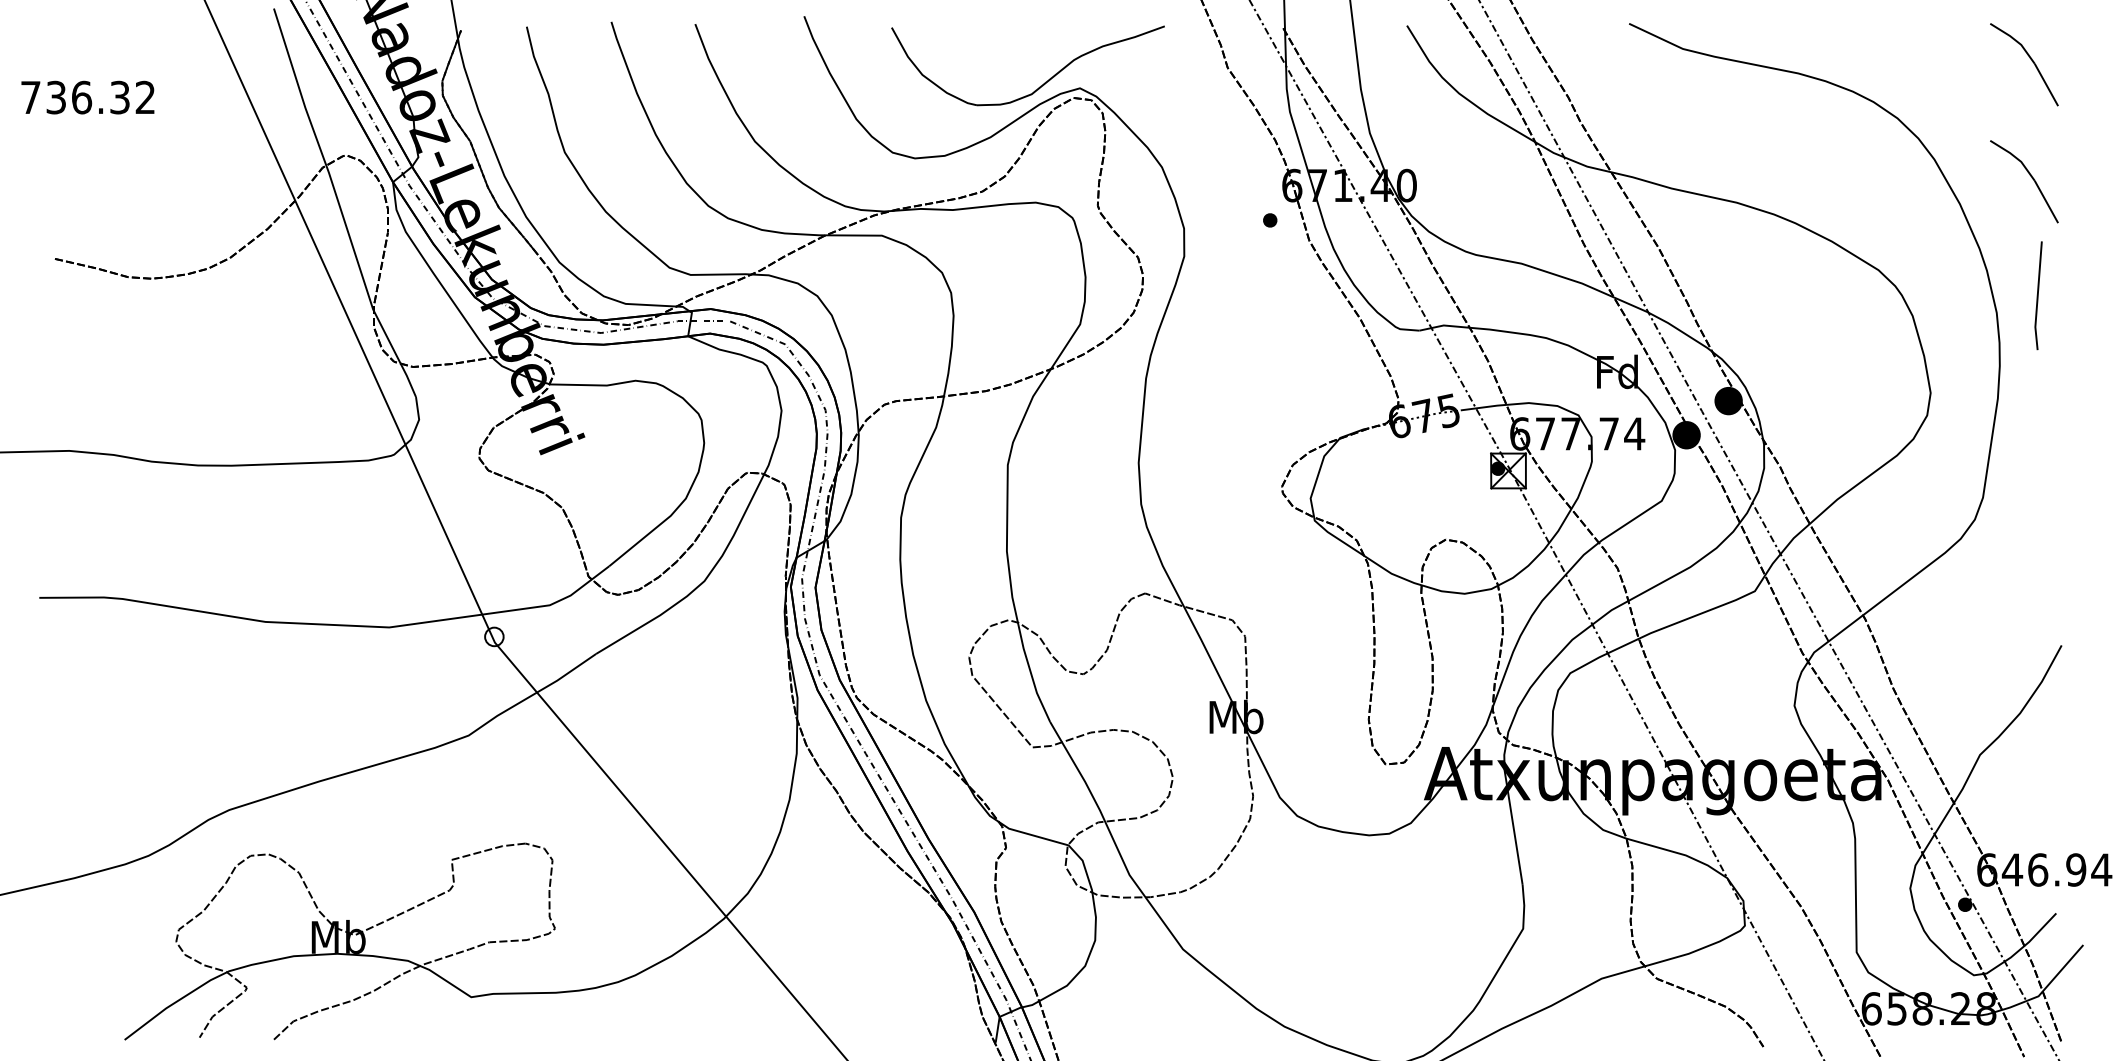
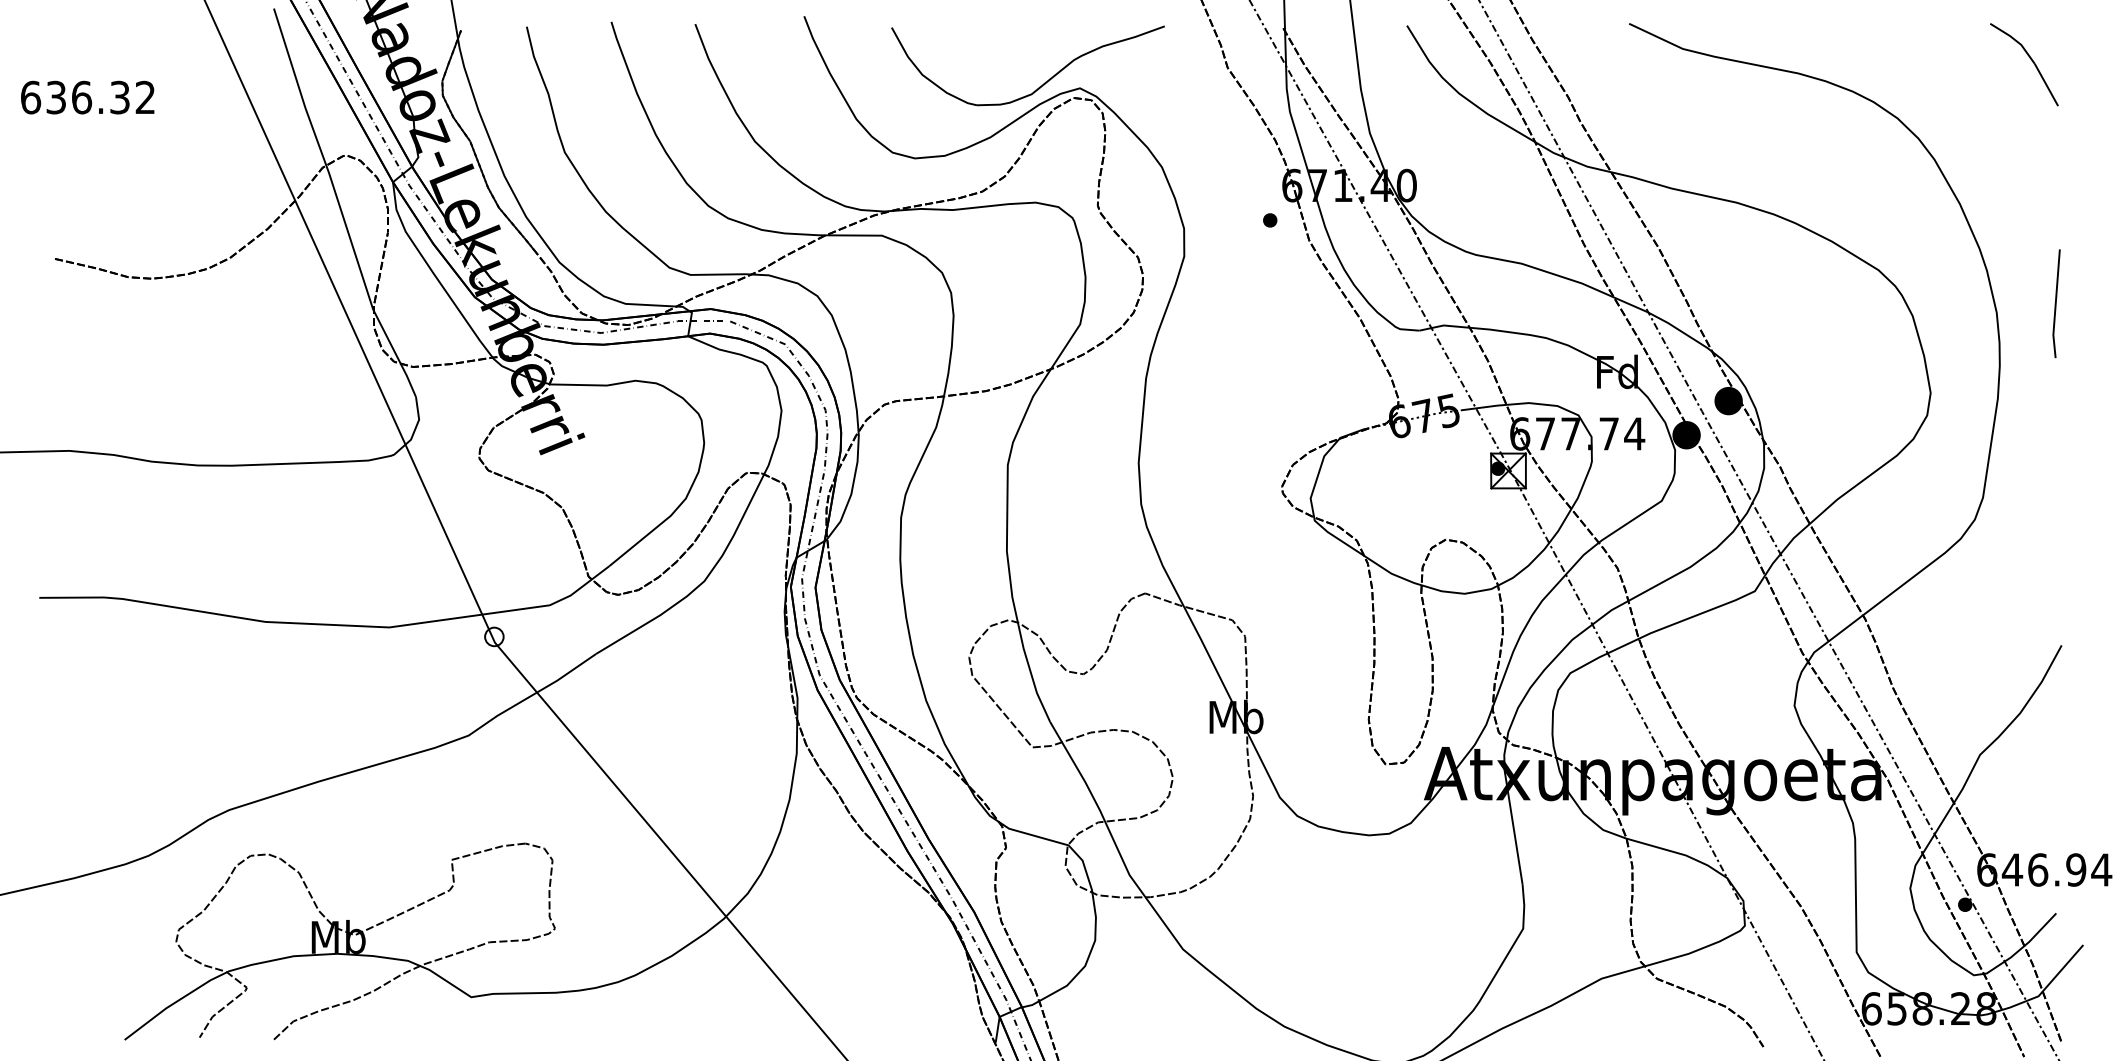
text at (31, 97): 736.32 -> 636.32
part at (2029, 175): present -> none
line at (2038, 295) position: (2038, 295) -> (2056, 303)
